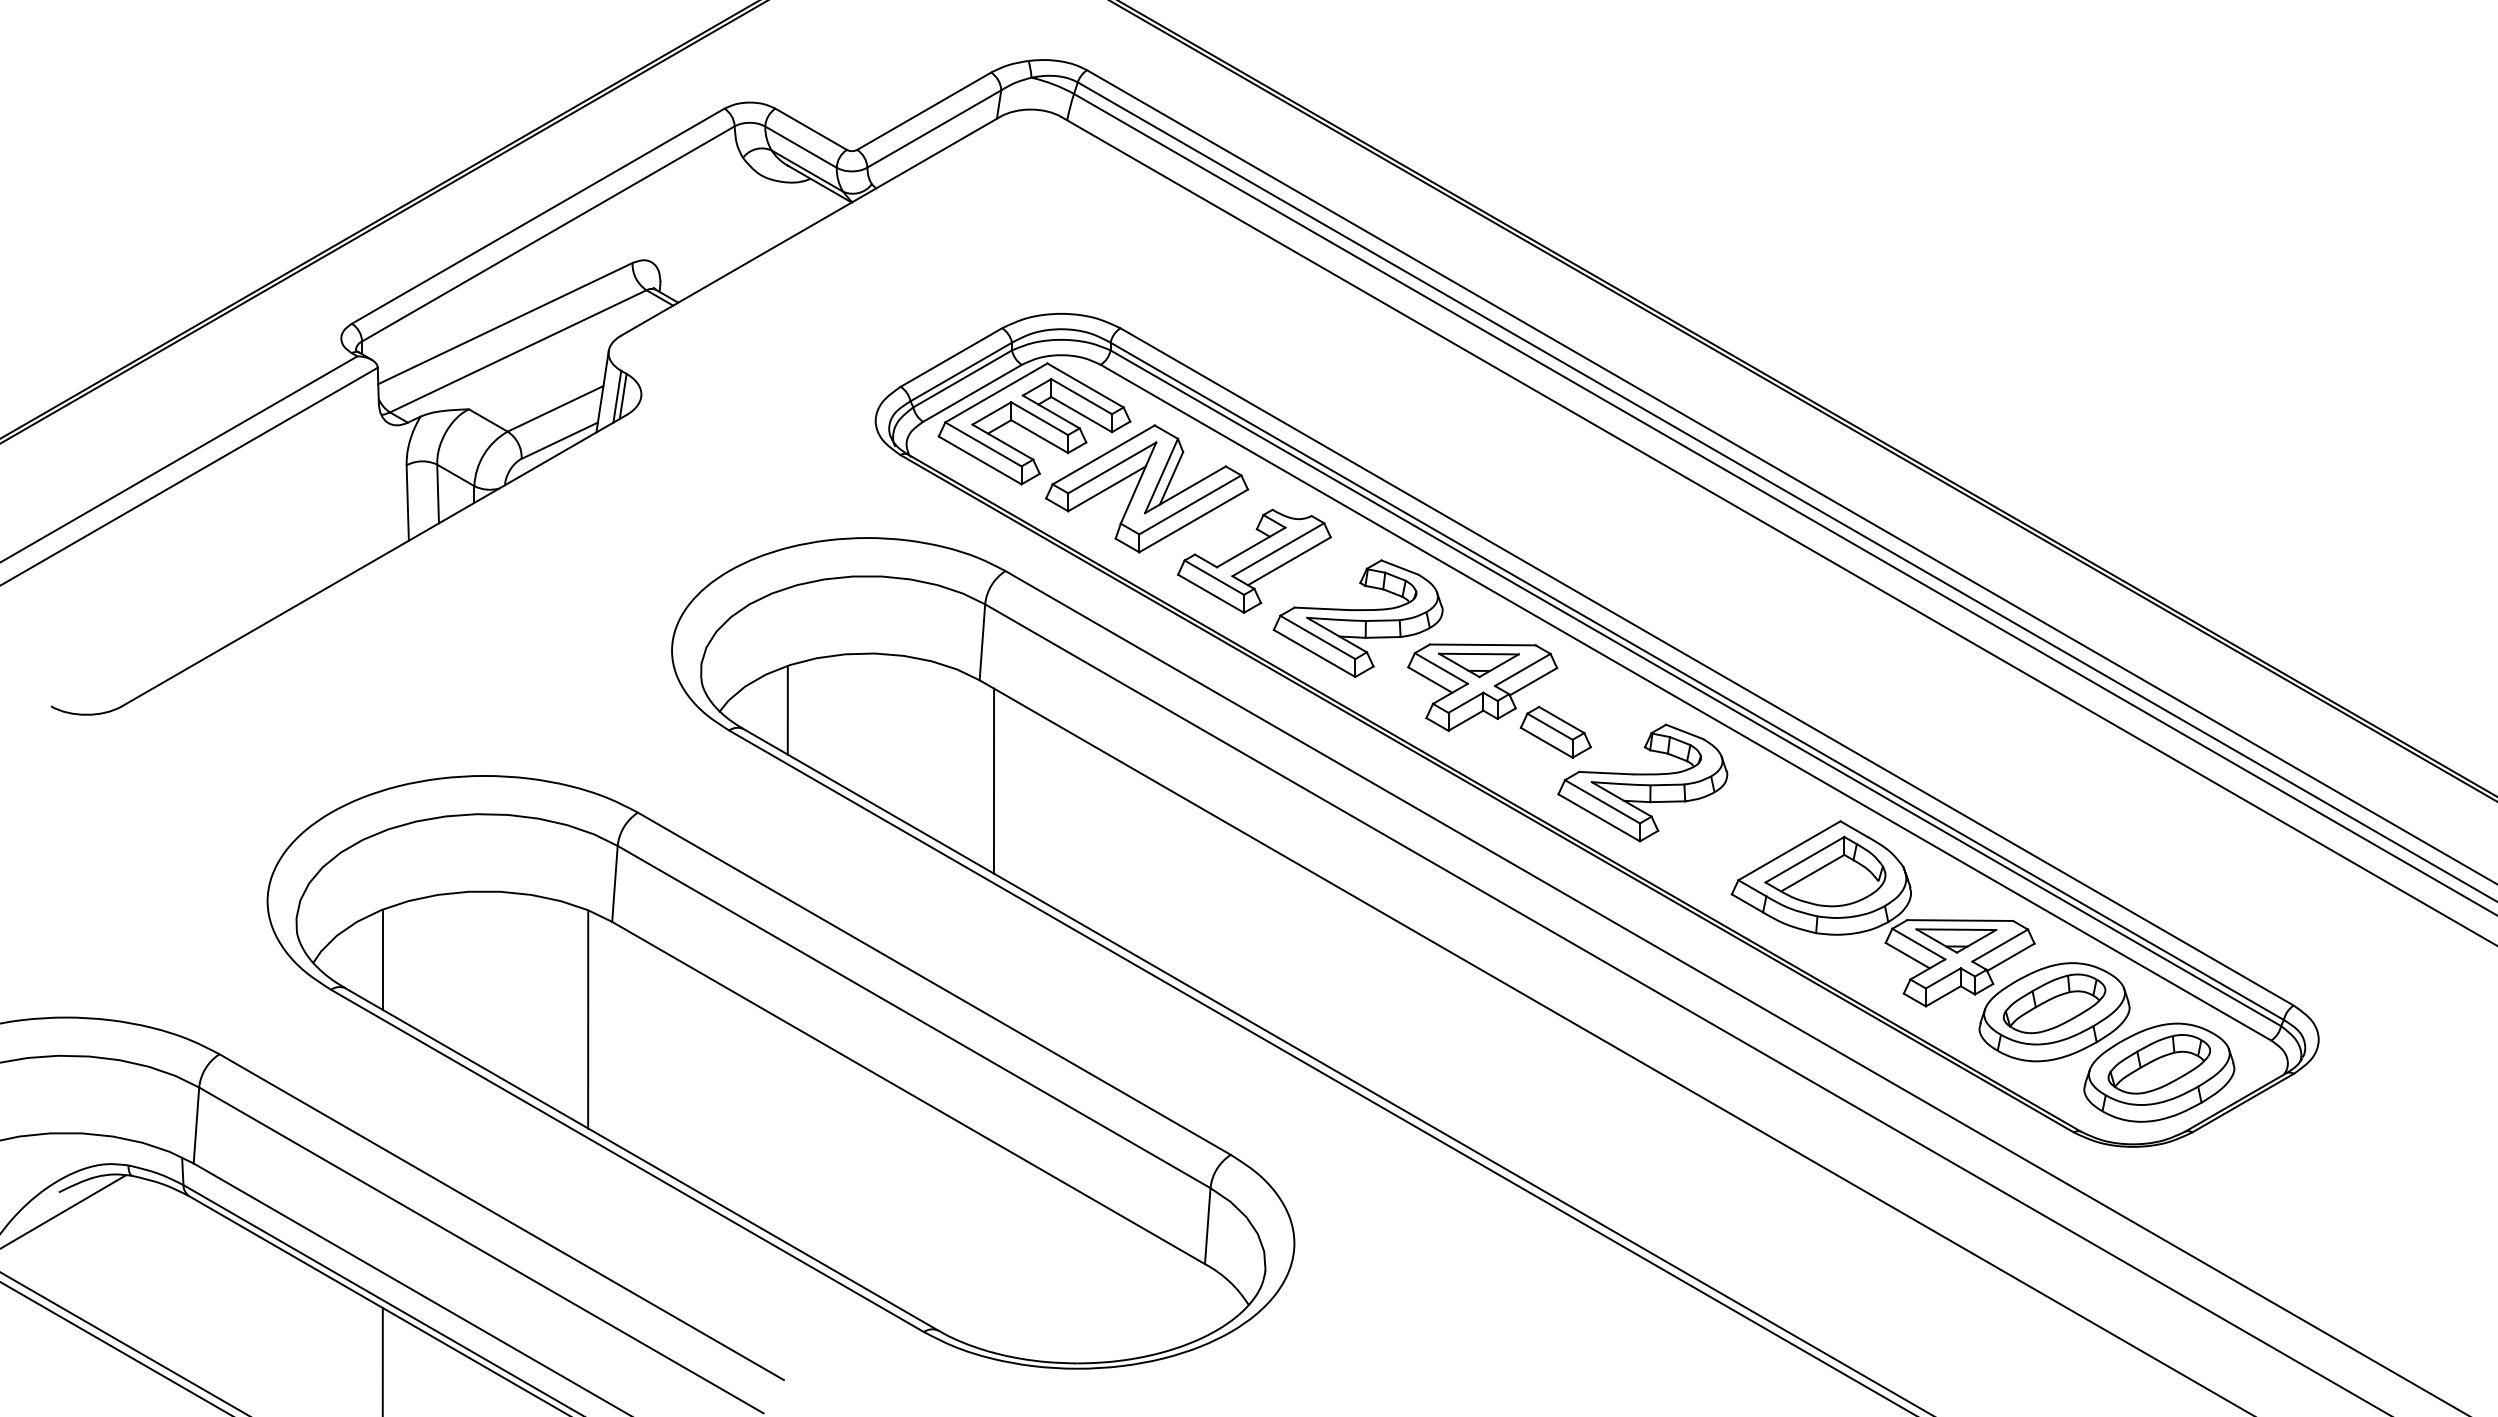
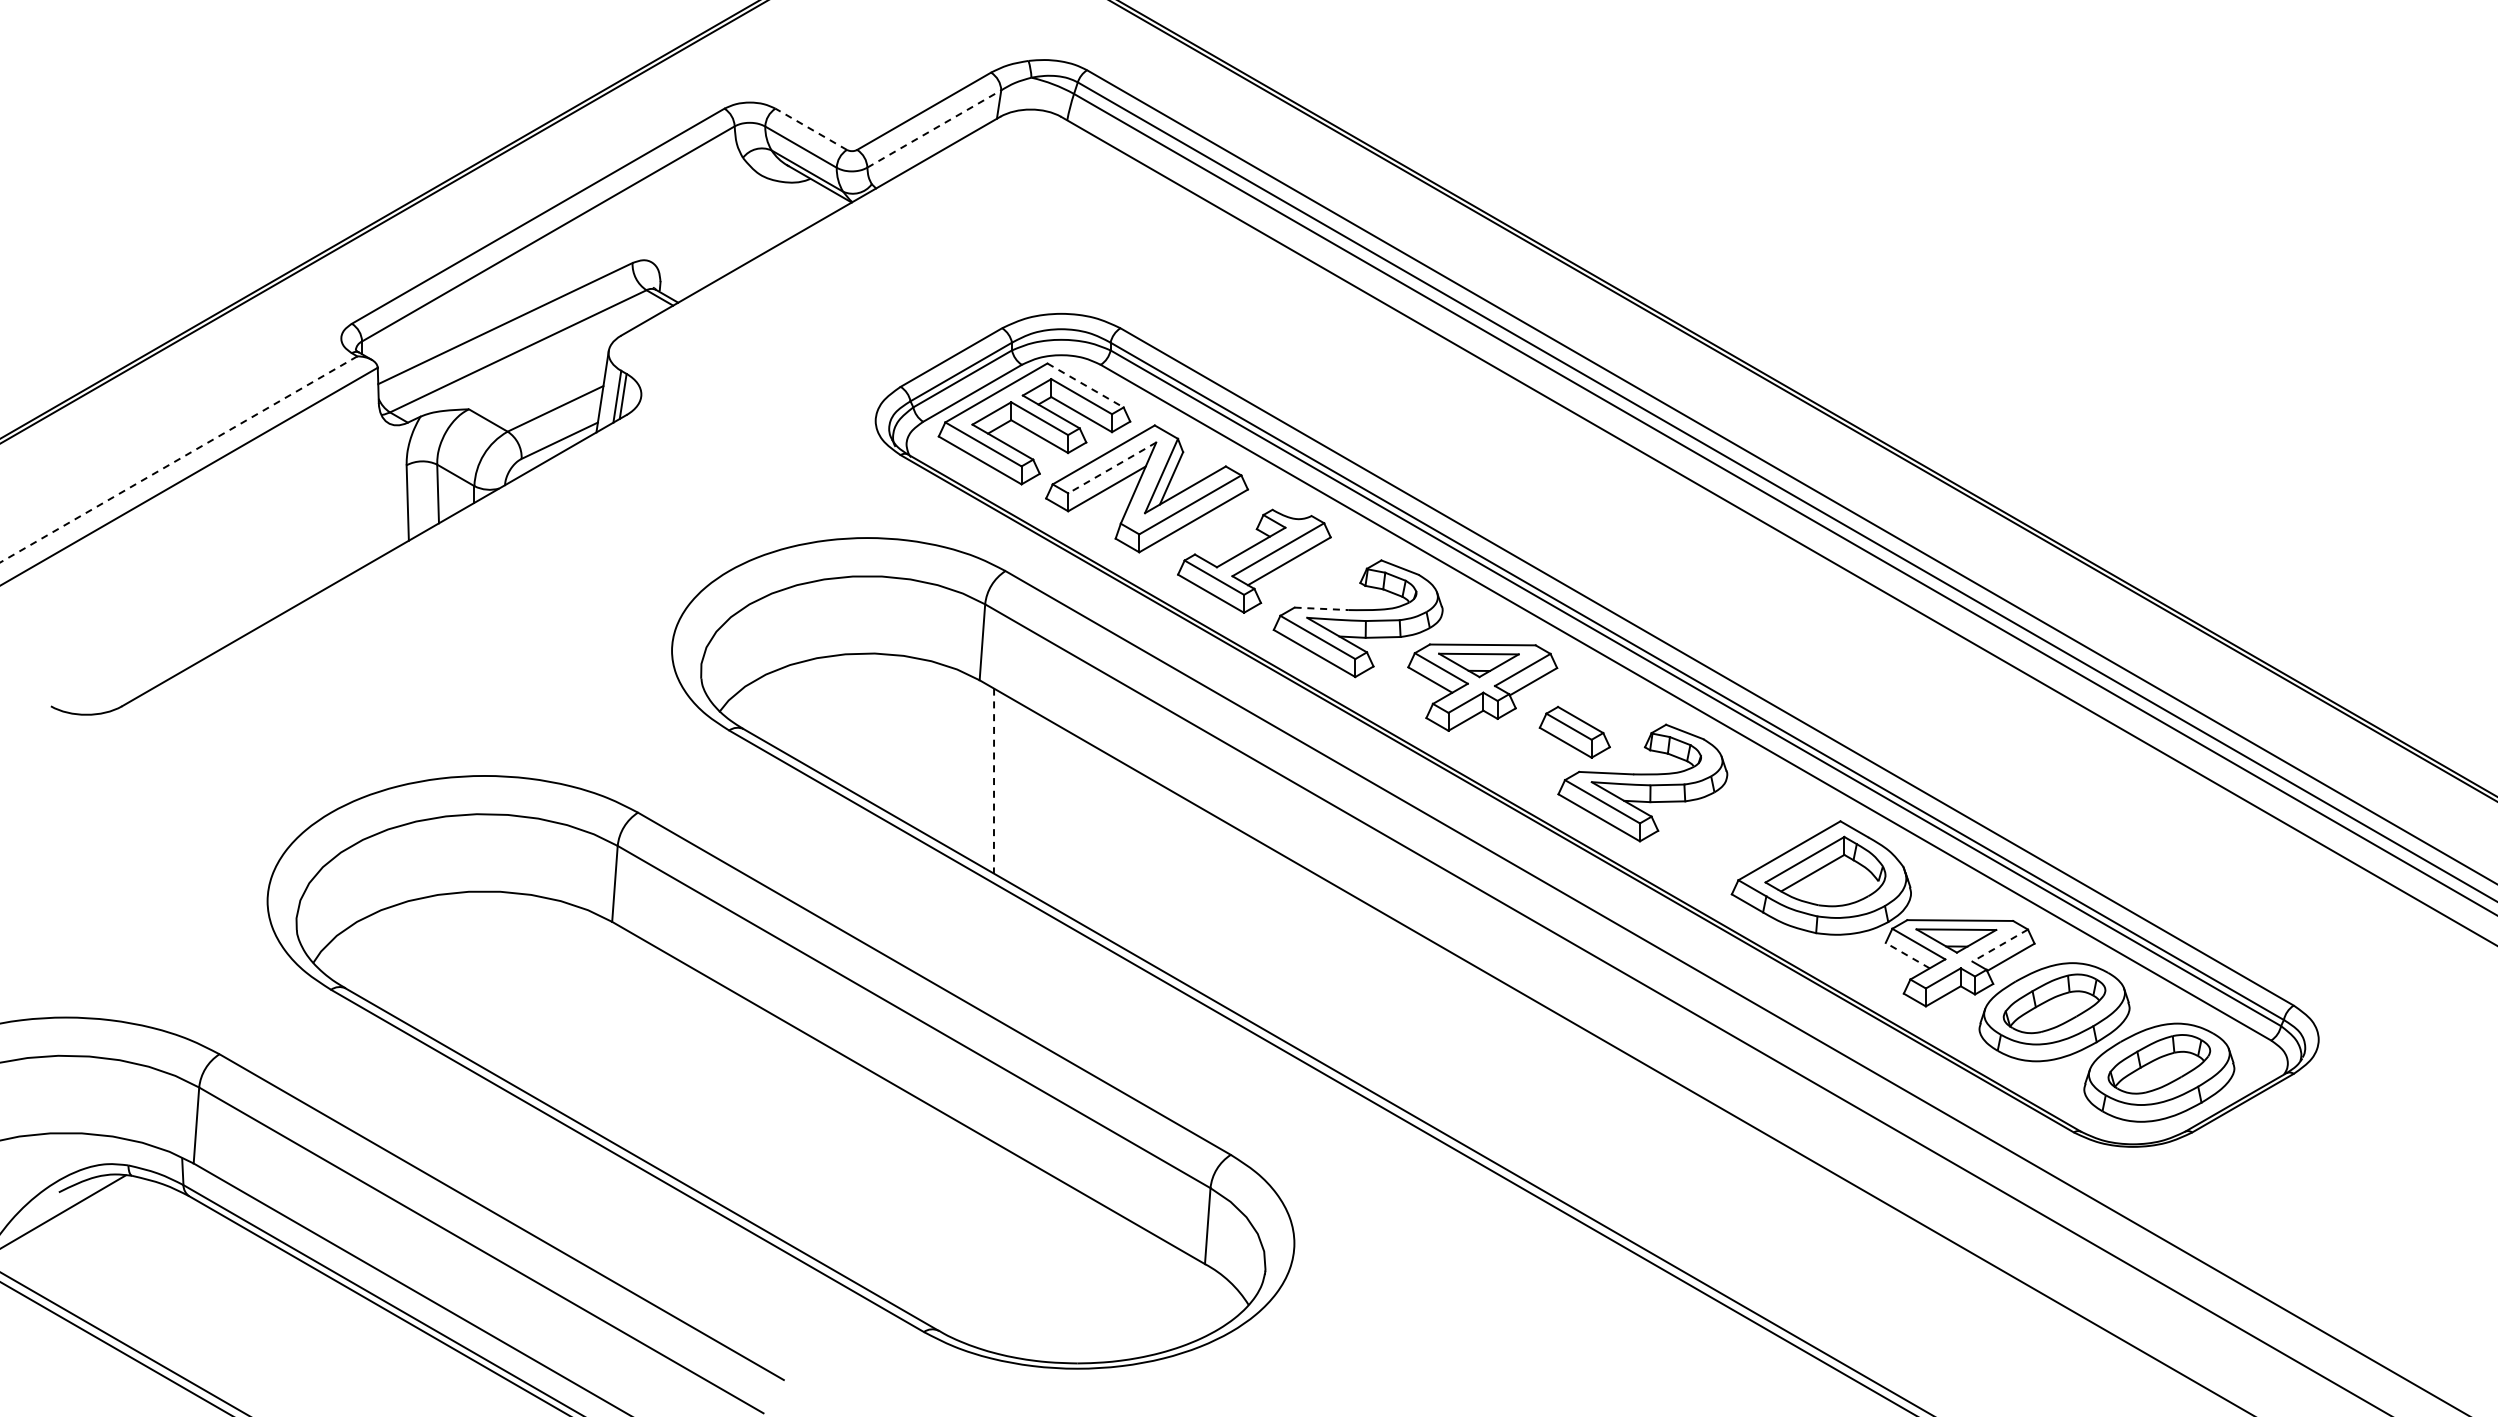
line at (934, 128): solid -> dashed
line at (810, 129): solid -> dashed
line at (1085, 385): solid -> dashed
line at (178, 459): solid -> dashed
line at (1112, 467): solid -> dashed
line at (1322, 608): solid -> dashed
line at (787, 710): present -> none
part at (1555, 731) position: (1555, 731) -> (1574, 731)
line at (994, 781): solid -> dashed
line at (1999, 945): solid -> dashed
line at (1907, 955): solid -> dashed
line at (382, 959): present -> none
line at (588, 1020): present -> none
line at (382, 1360): present -> none
